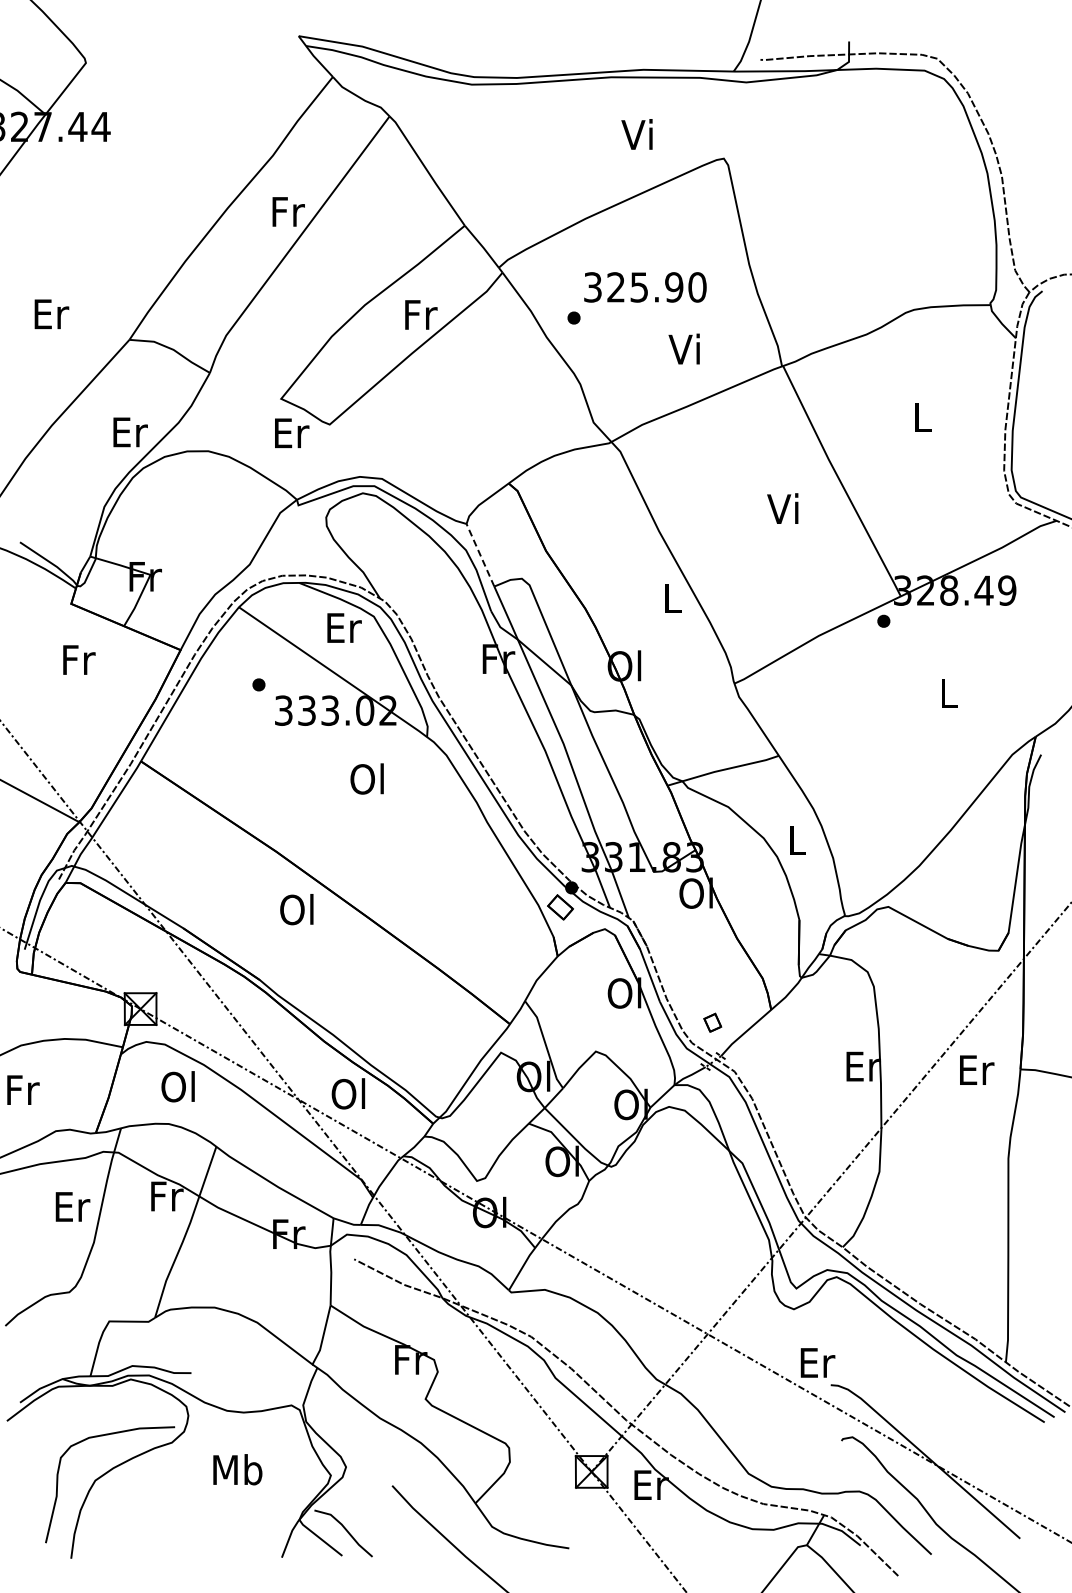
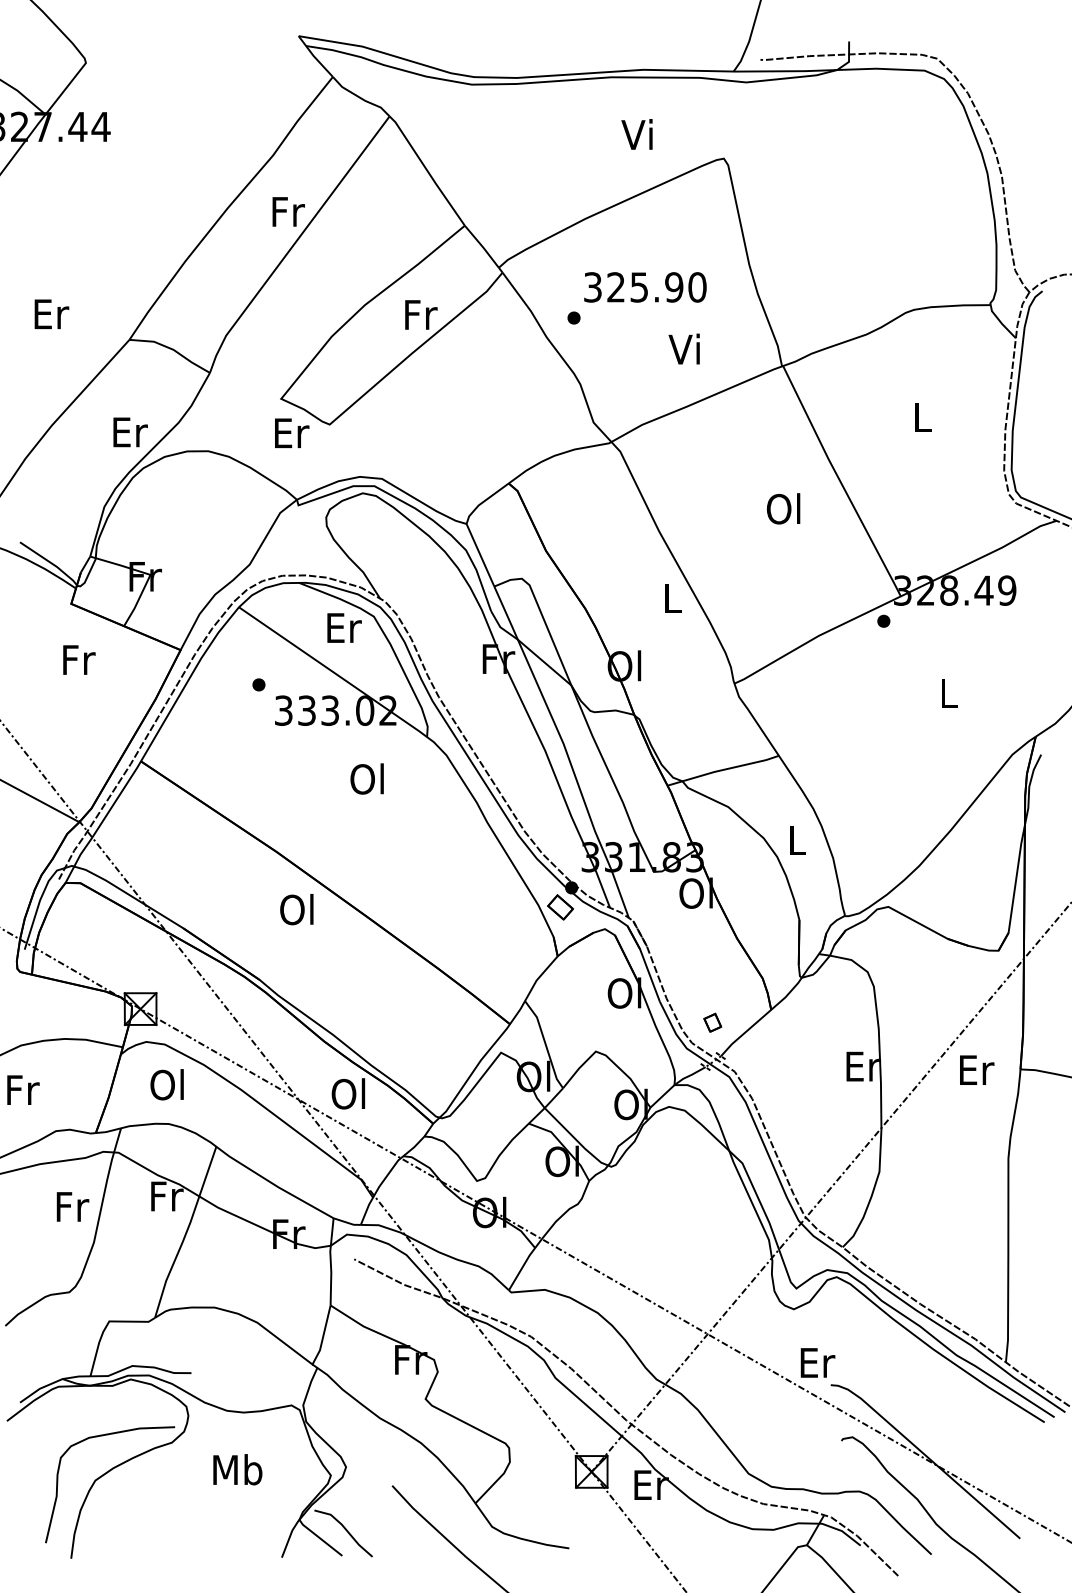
text at (783, 508): Vi -> Ol
line at (480, 554): dashed -> solid
text at (177, 1086) position: (177, 1086) -> (166, 1084)
text at (72, 1206): Er -> Fr
